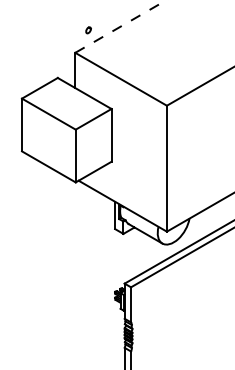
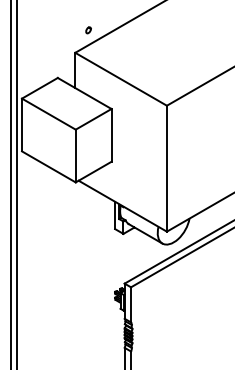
line at (121, 26): dashed -> solid
line at (10, 184): none -> present
line at (17, 184): none -> present
